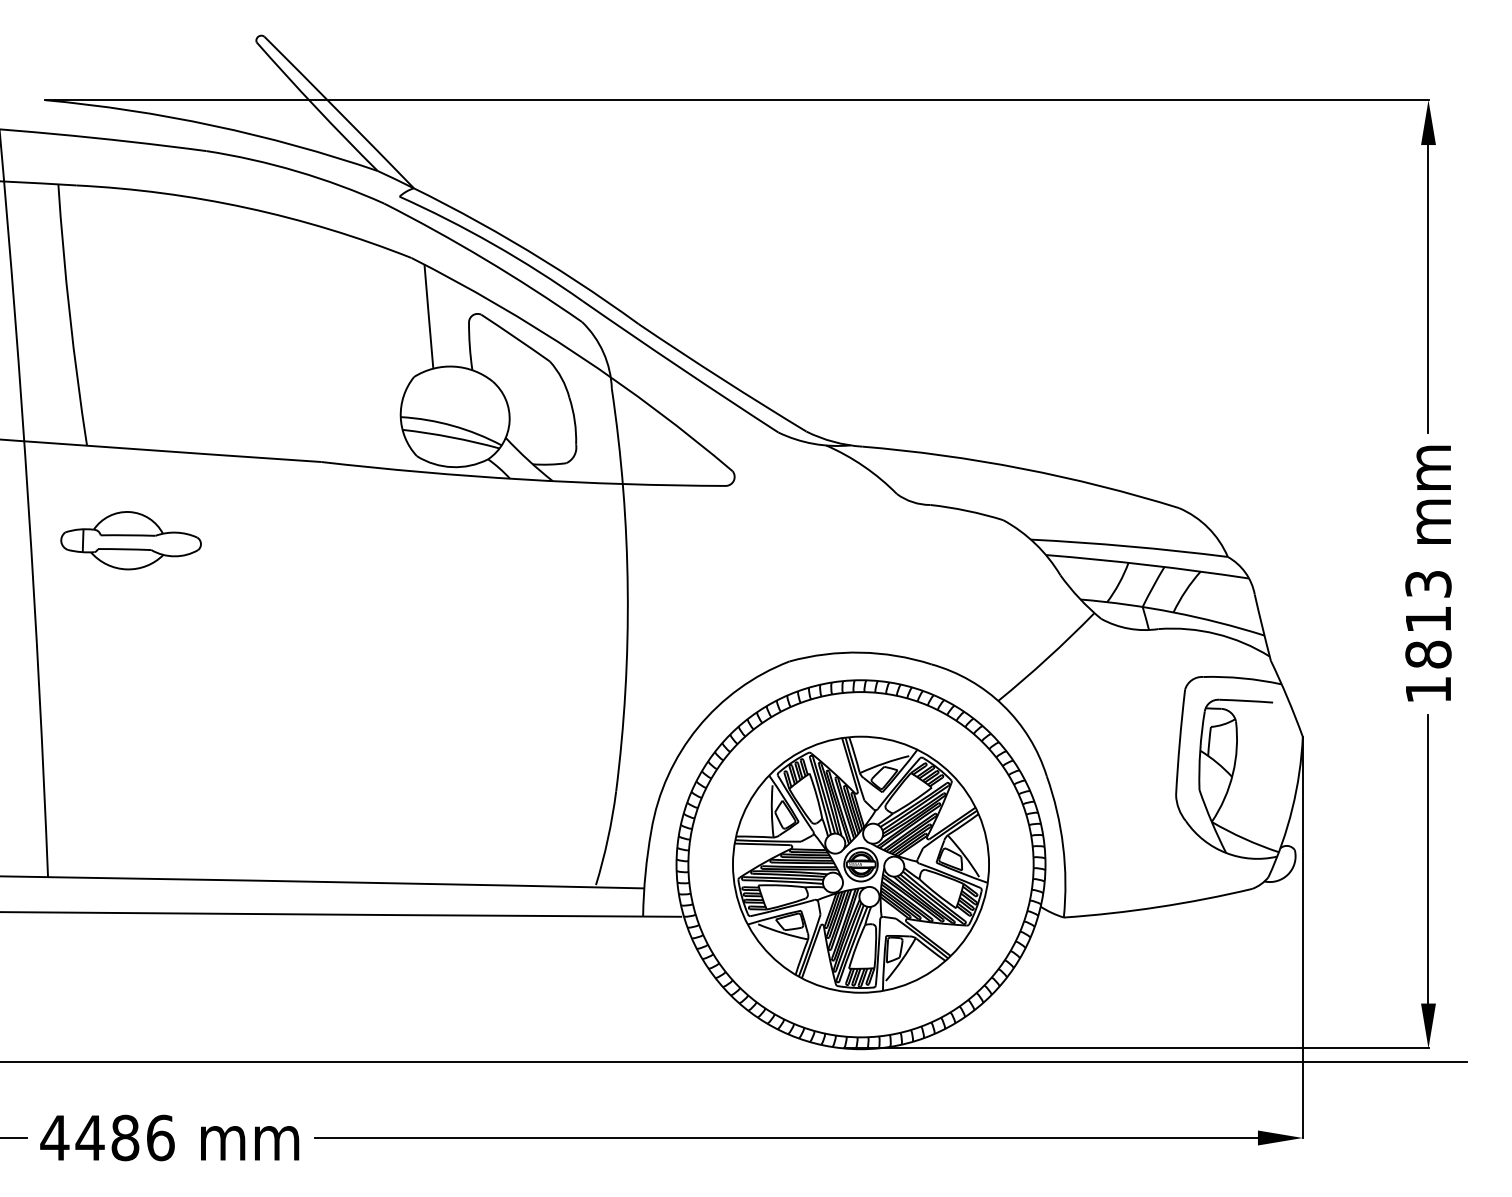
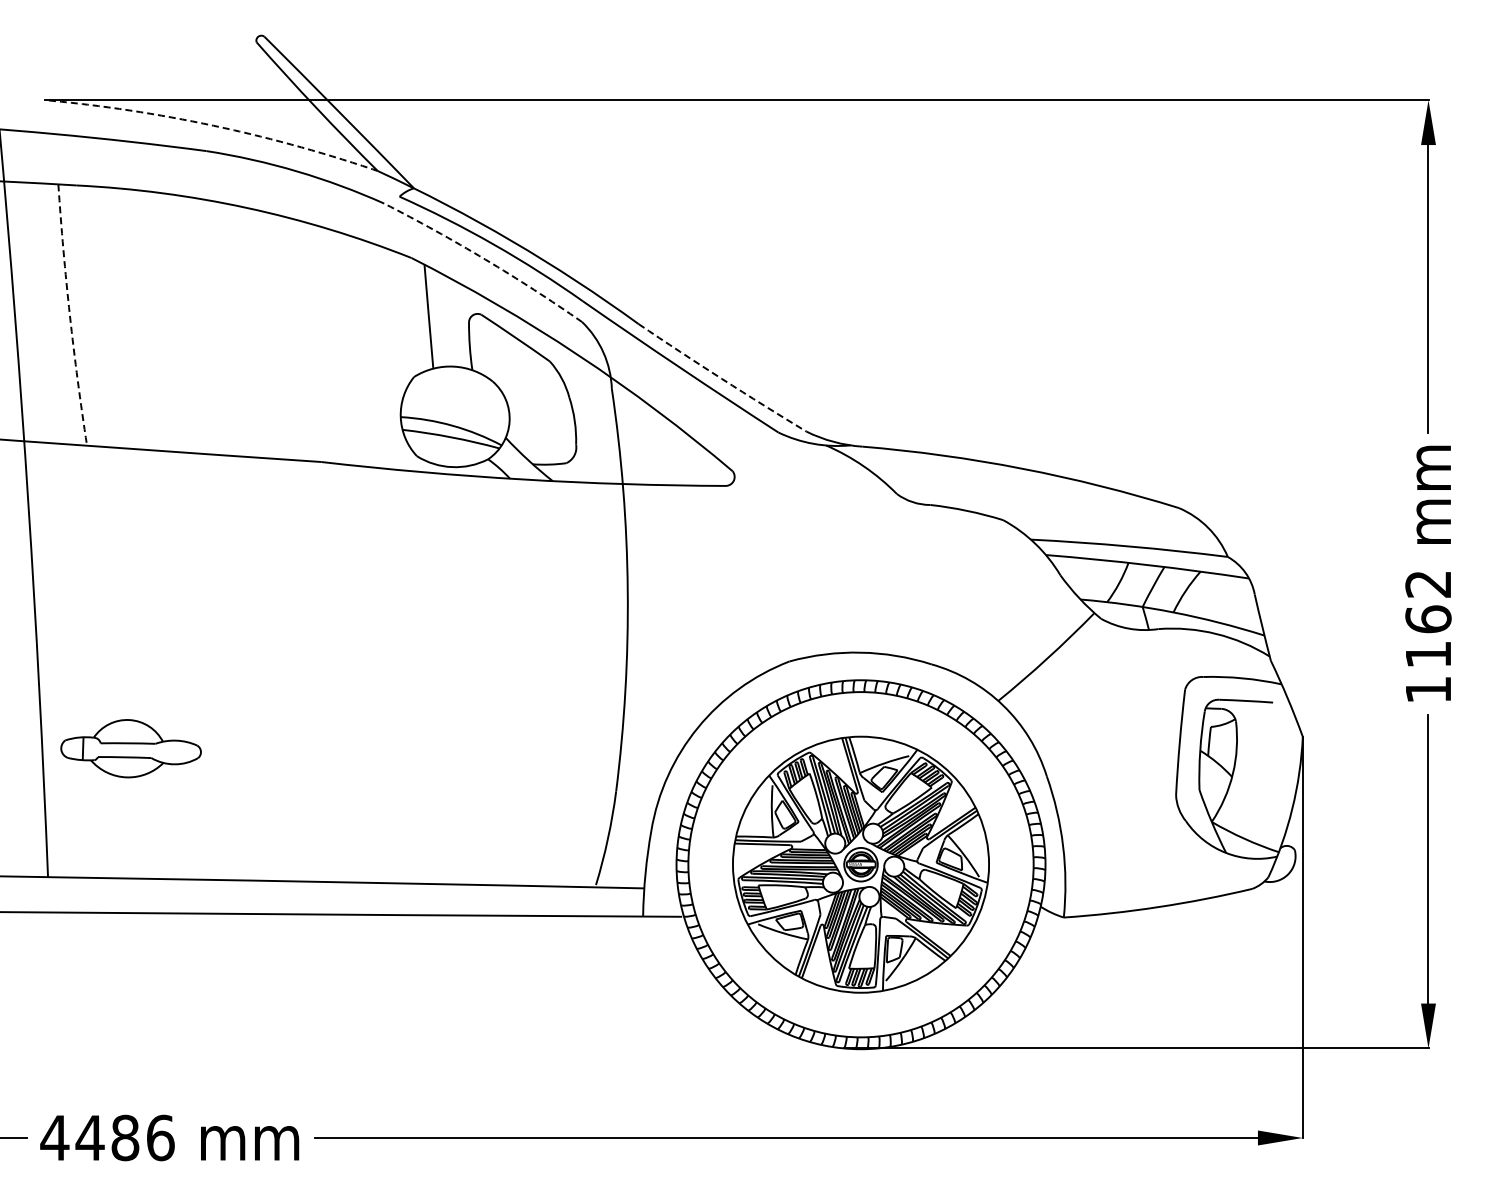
arc at (213, 125): solid -> dashed
arc at (485, 259): solid -> dashed
arc at (69, 315): solid -> dashed
arc at (721, 378): solid -> dashed
part at (130, 540) position: (130, 540) -> (130, 748)
text at (1428, 619): 1813 -> 1162
line at (734, 1062): present -> none
